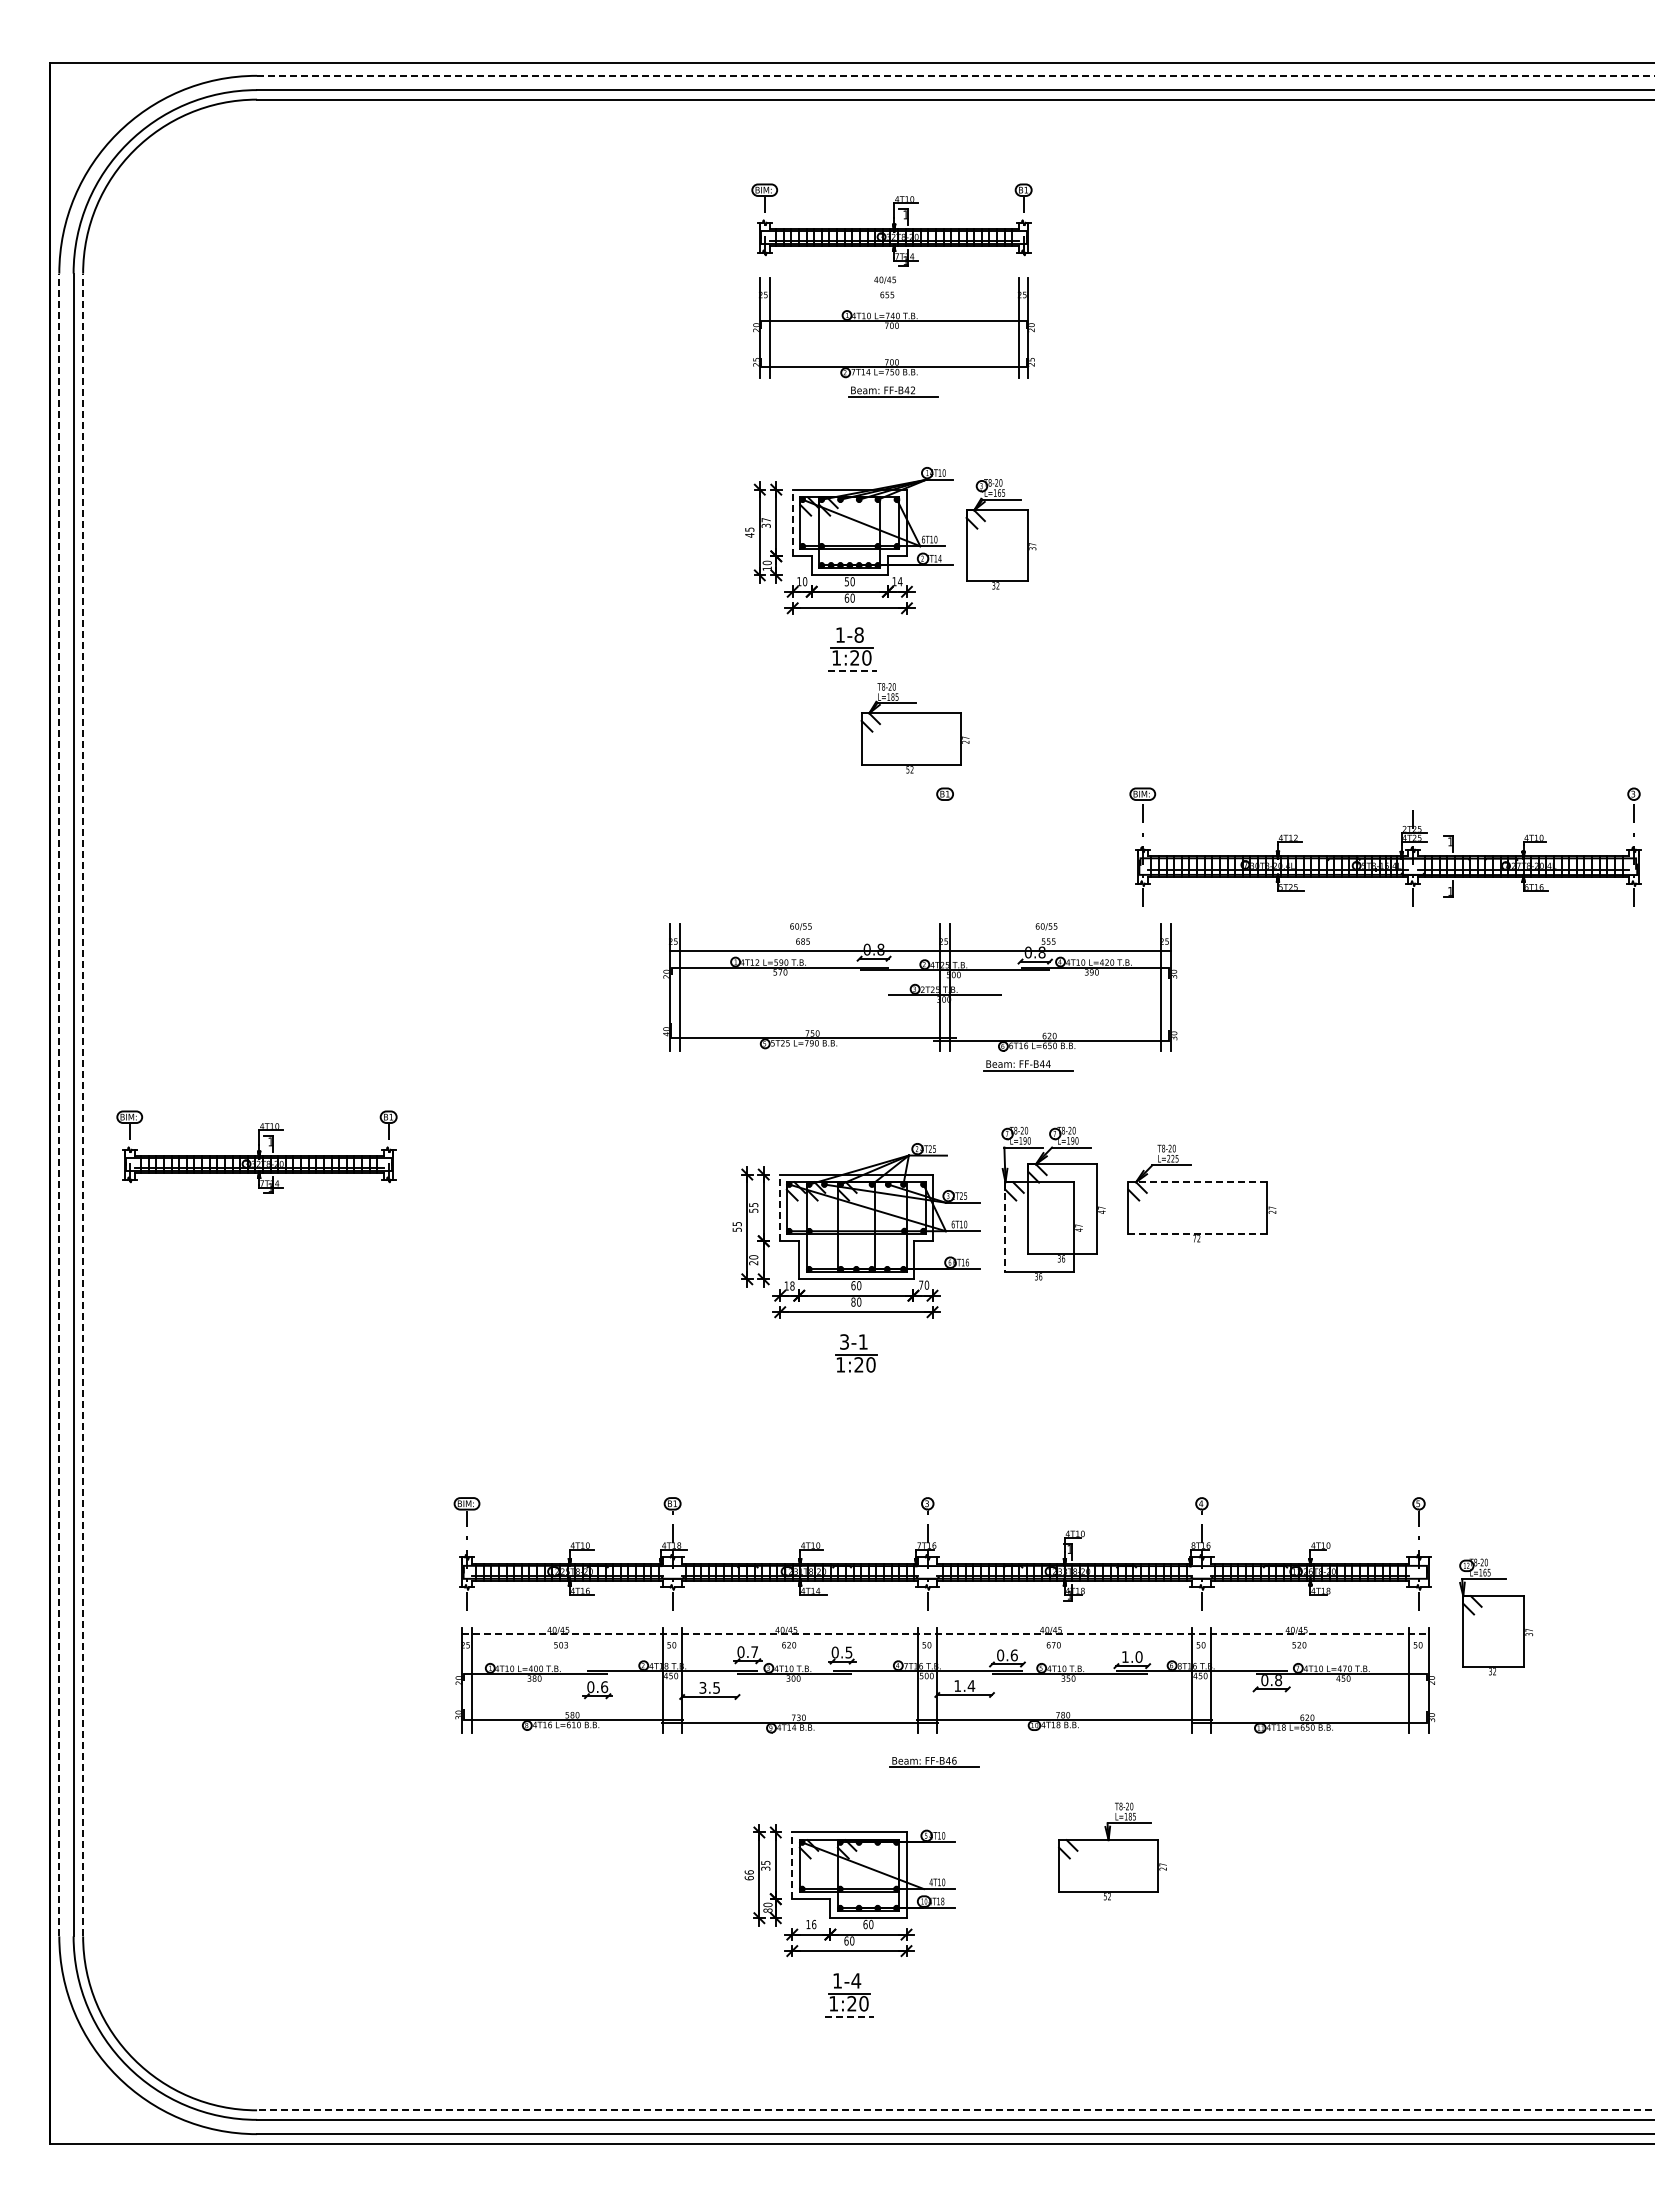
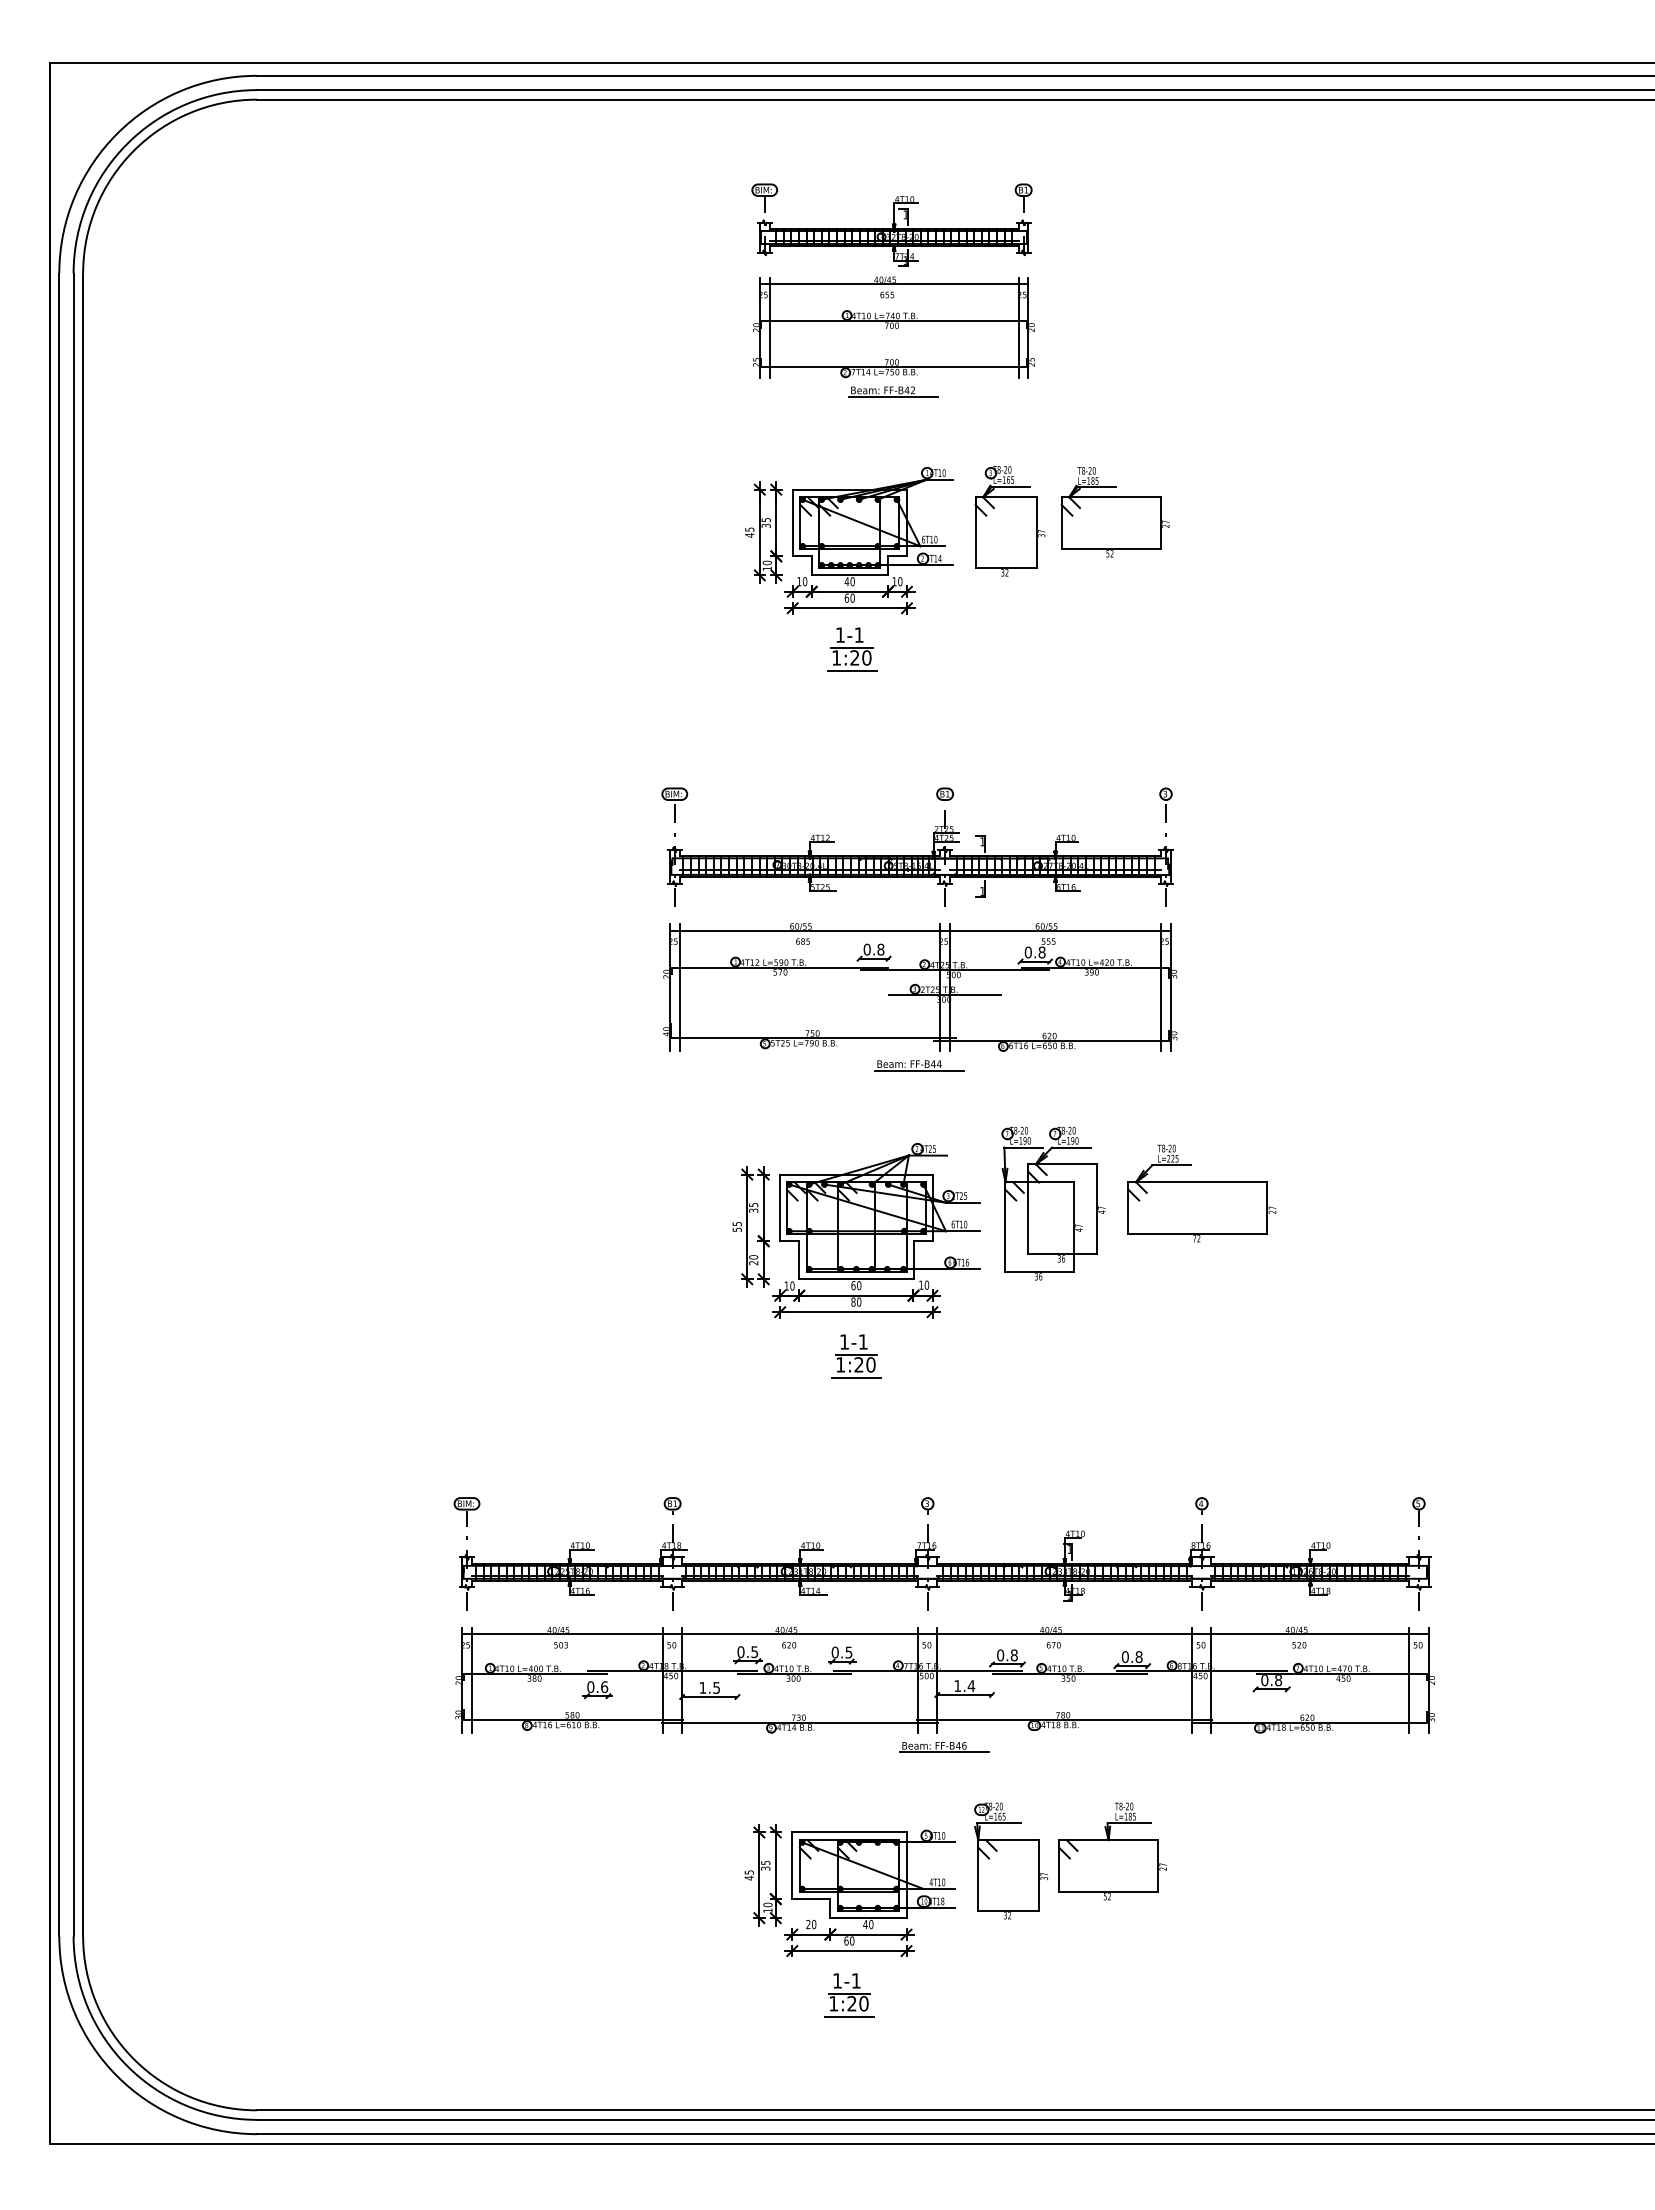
line at (956, 75): dashed -> solid
line at (893, 284): none -> present
text at (765, 520): 37 -> 35
line at (792, 522): dashed -> solid
part at (1000, 534) position: (1000, 534) -> (1009, 521)
text at (846, 581): 50 -> 40
text at (899, 581): 14 -> 10
text at (858, 634): 1-8 -> 1-1
line at (852, 671): dashed -> solid
part at (914, 728) position: (914, 728) -> (1114, 512)
part at (1385, 855) position: (1385, 855) -> (917, 855)
line at (920, 950) position: (920, 950) -> (920, 930)
part at (1028, 1065) position: (1028, 1065) -> (919, 1065)
line at (59, 1104): dashed -> solid
line at (83, 1104): dashed -> solid
part at (256, 1151): present -> none
line at (1198, 1182): dashed -> solid
line at (780, 1207): dashed -> solid
text at (753, 1210): 55 -> 35
line at (1005, 1226): dashed -> solid
line at (1198, 1233): dashed -> solid
text at (921, 1284): 70 -> 10
text at (792, 1285): 18 -> 10
text at (844, 1341): 3-1 -> 1-1
line at (855, 1378): none -> present
part at (1496, 1616) position: (1496, 1616) -> (1011, 1860)
line at (945, 1634): dashed -> solid
text at (754, 1652): 0.7 -> 0.5
text at (1013, 1655): 0.6 -> 0.8
text at (1131, 1656): 1.0 -> 0.8
text at (702, 1687): 3.5 -> 1.5
part at (934, 1762) position: (934, 1762) -> (944, 1747)
line at (792, 1865): dashed -> solid
text at (748, 1875): 66 -> 45
text at (767, 1910): 80 -> 10
text at (811, 1923): 16 -> 20
text at (865, 1924): 60 -> 40
text at (856, 1980): 1-4 -> 1-1
line at (849, 2017): dashed -> solid
line at (955, 2110): dashed -> solid
